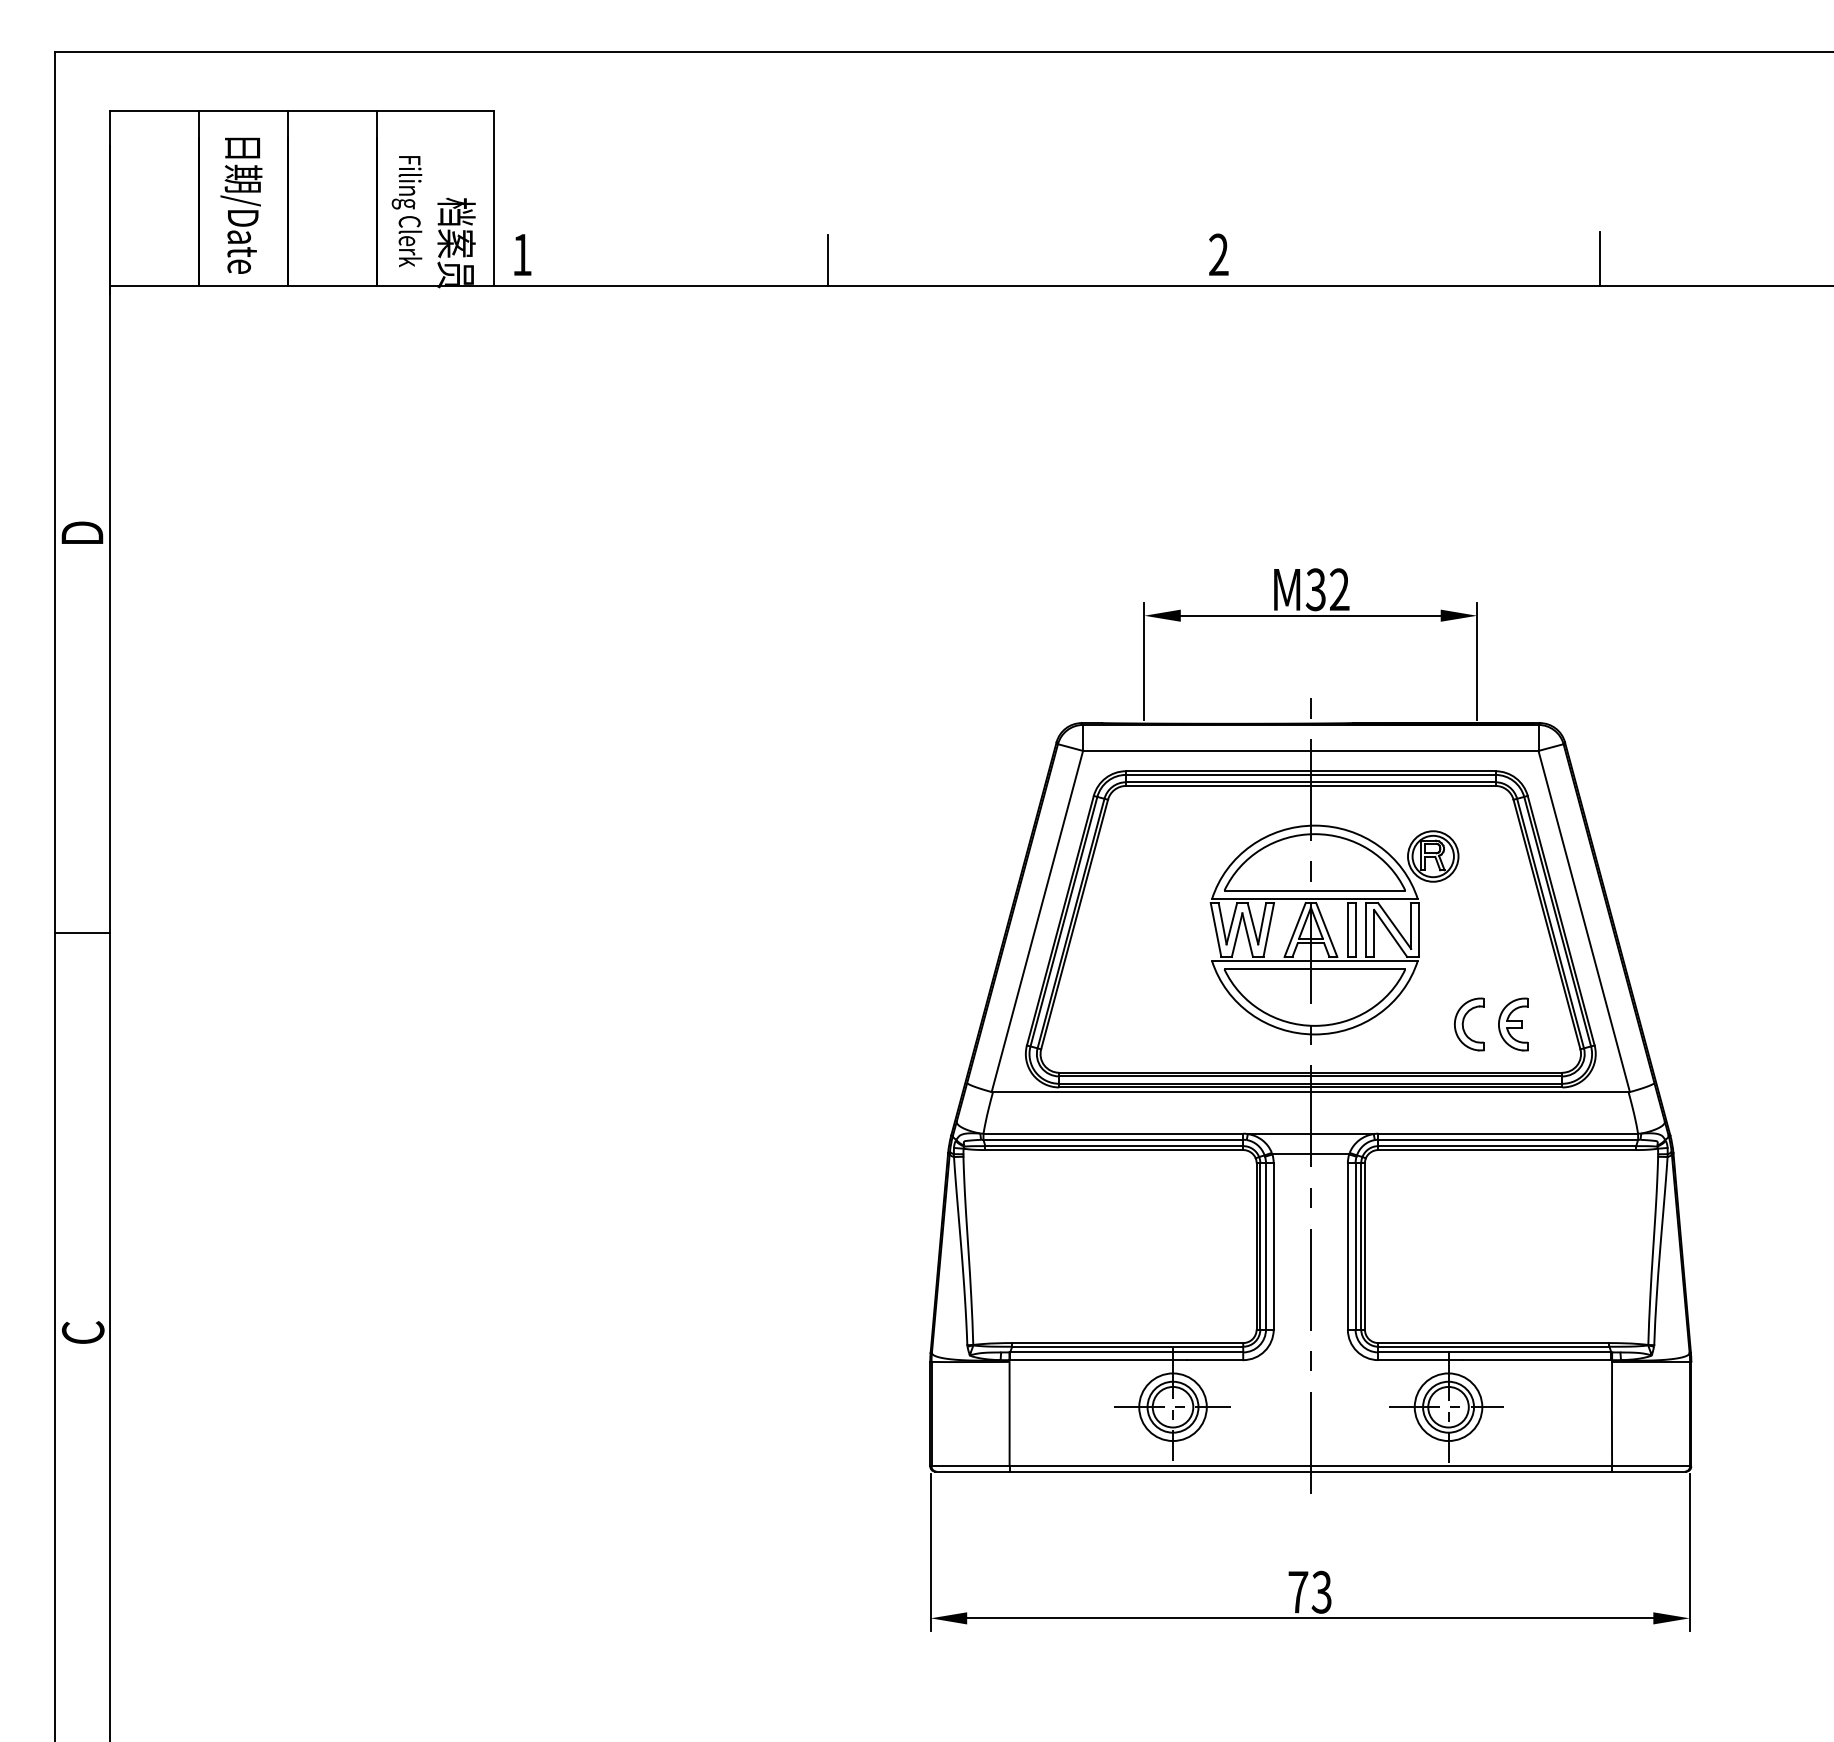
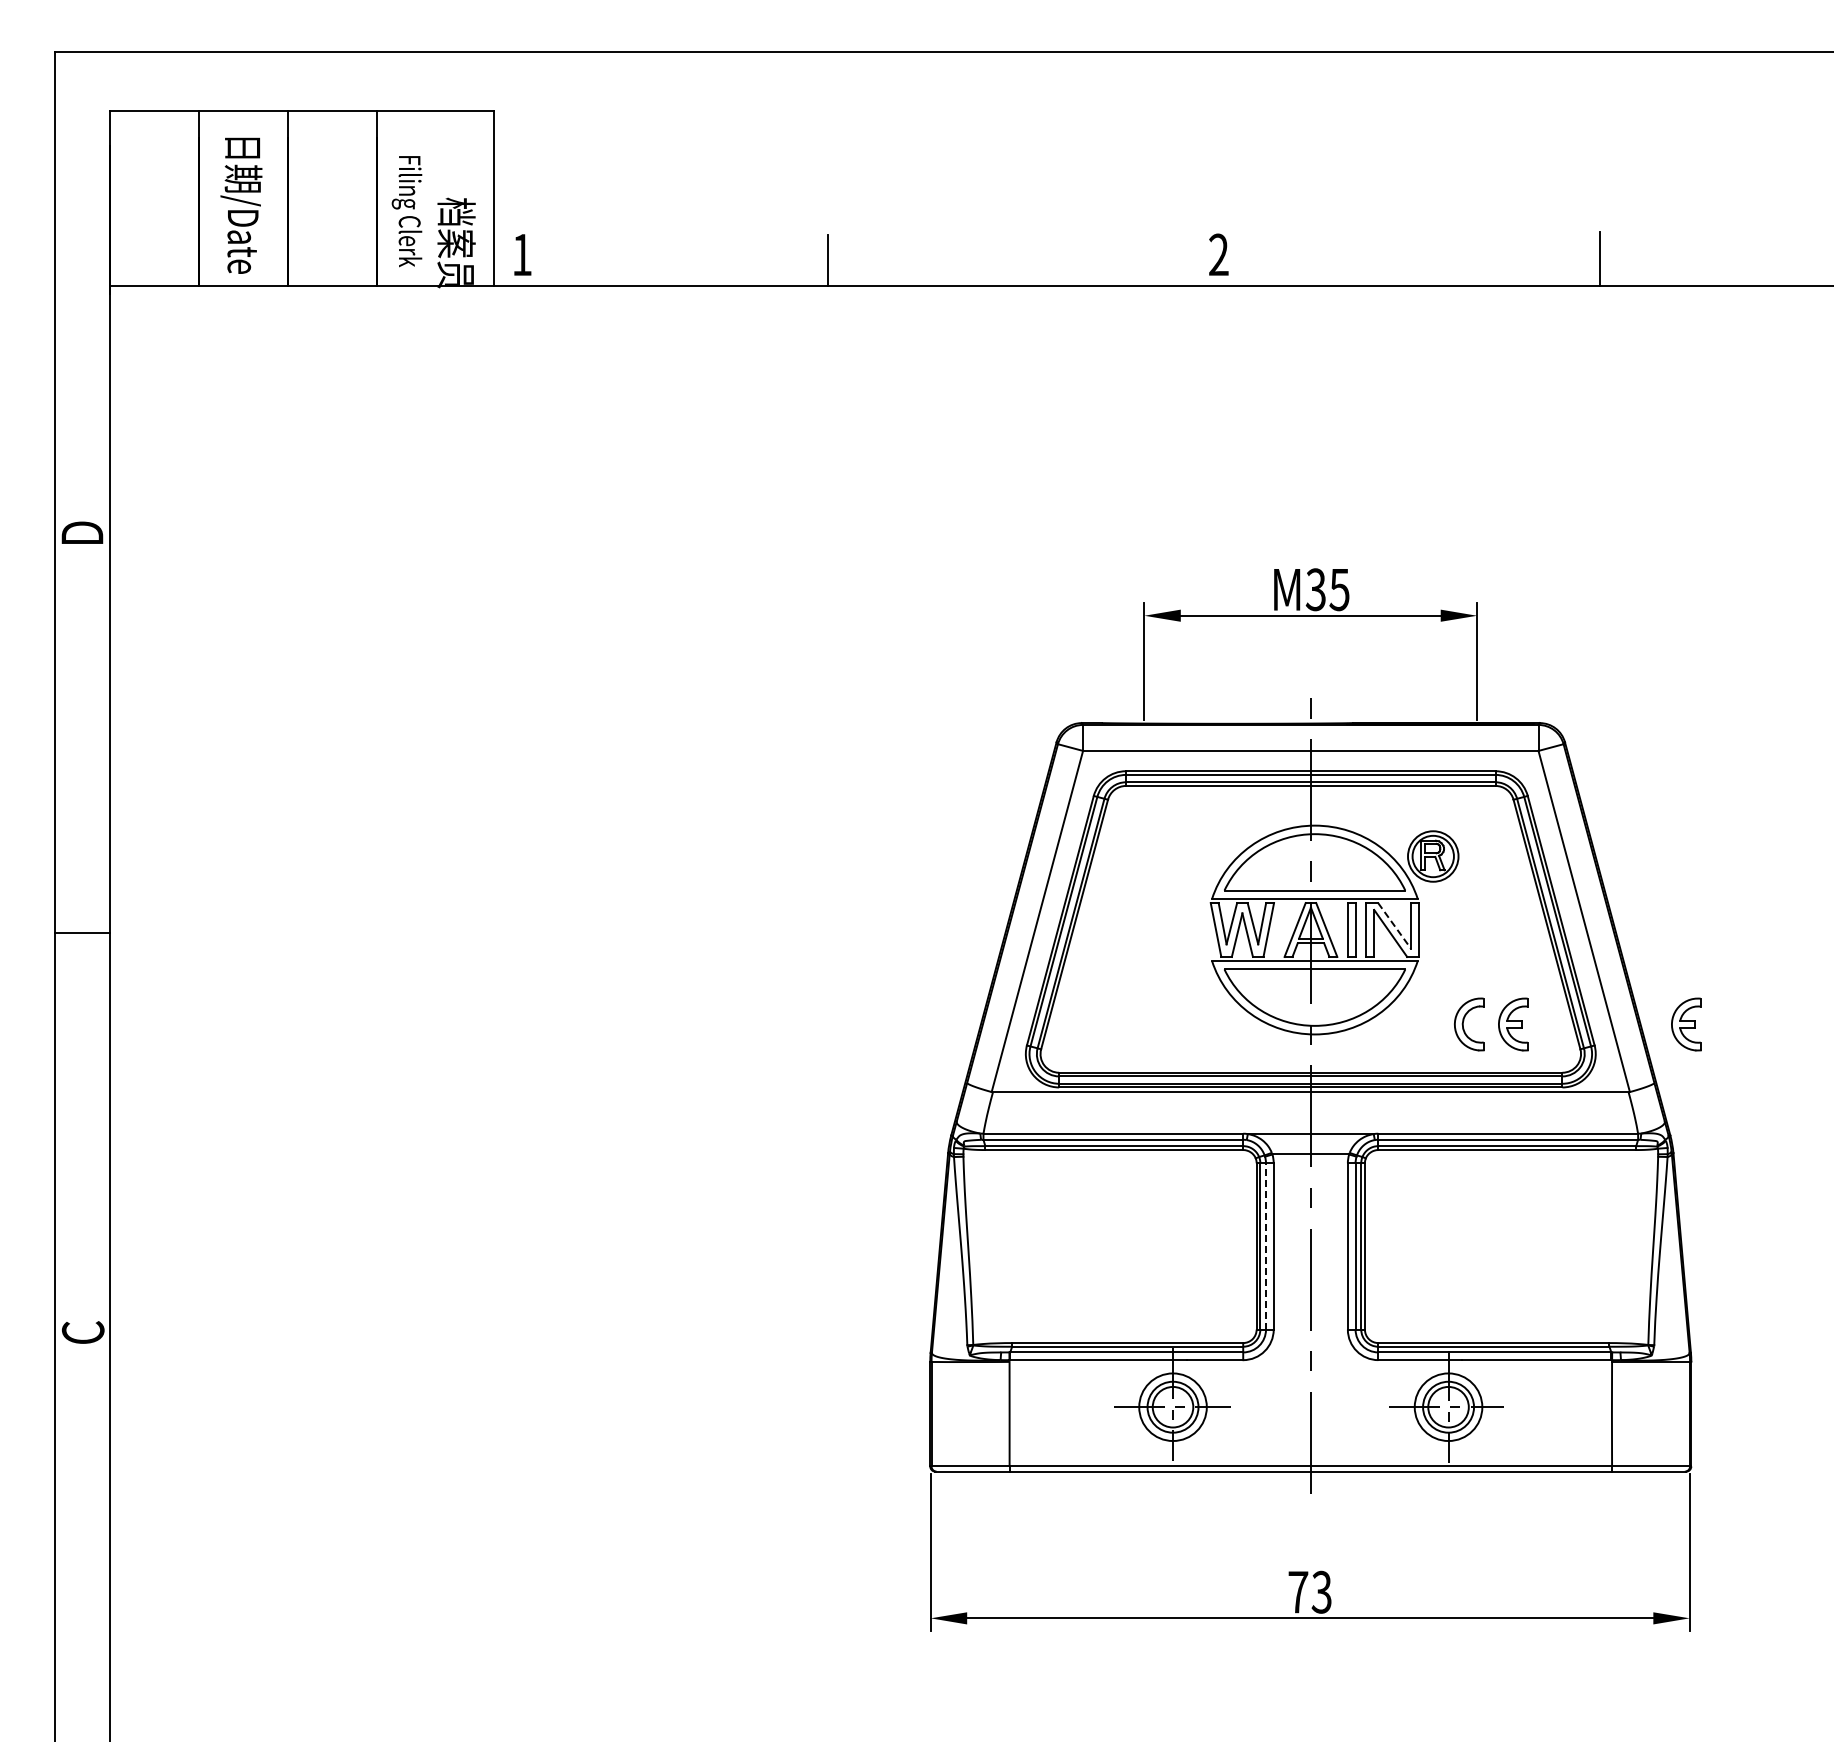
text at (1339, 589): M32 -> M35
line at (1394, 926): solid -> dashed
part at (1686, 1024): none -> present
line at (1266, 1245): solid -> dashed
